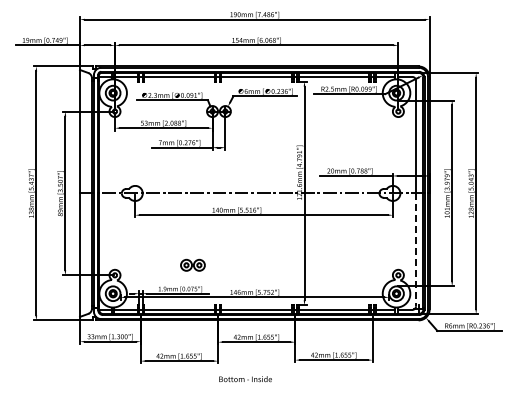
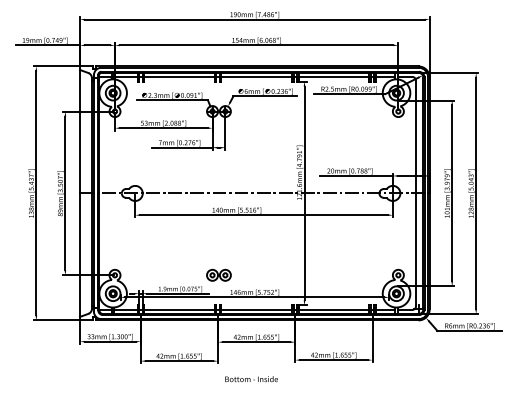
line at (416, 250): dashed -> solid
part at (192, 264) position: (192, 264) -> (218, 274)
text at (245, 379) position: (245, 379) -> (251, 379)
